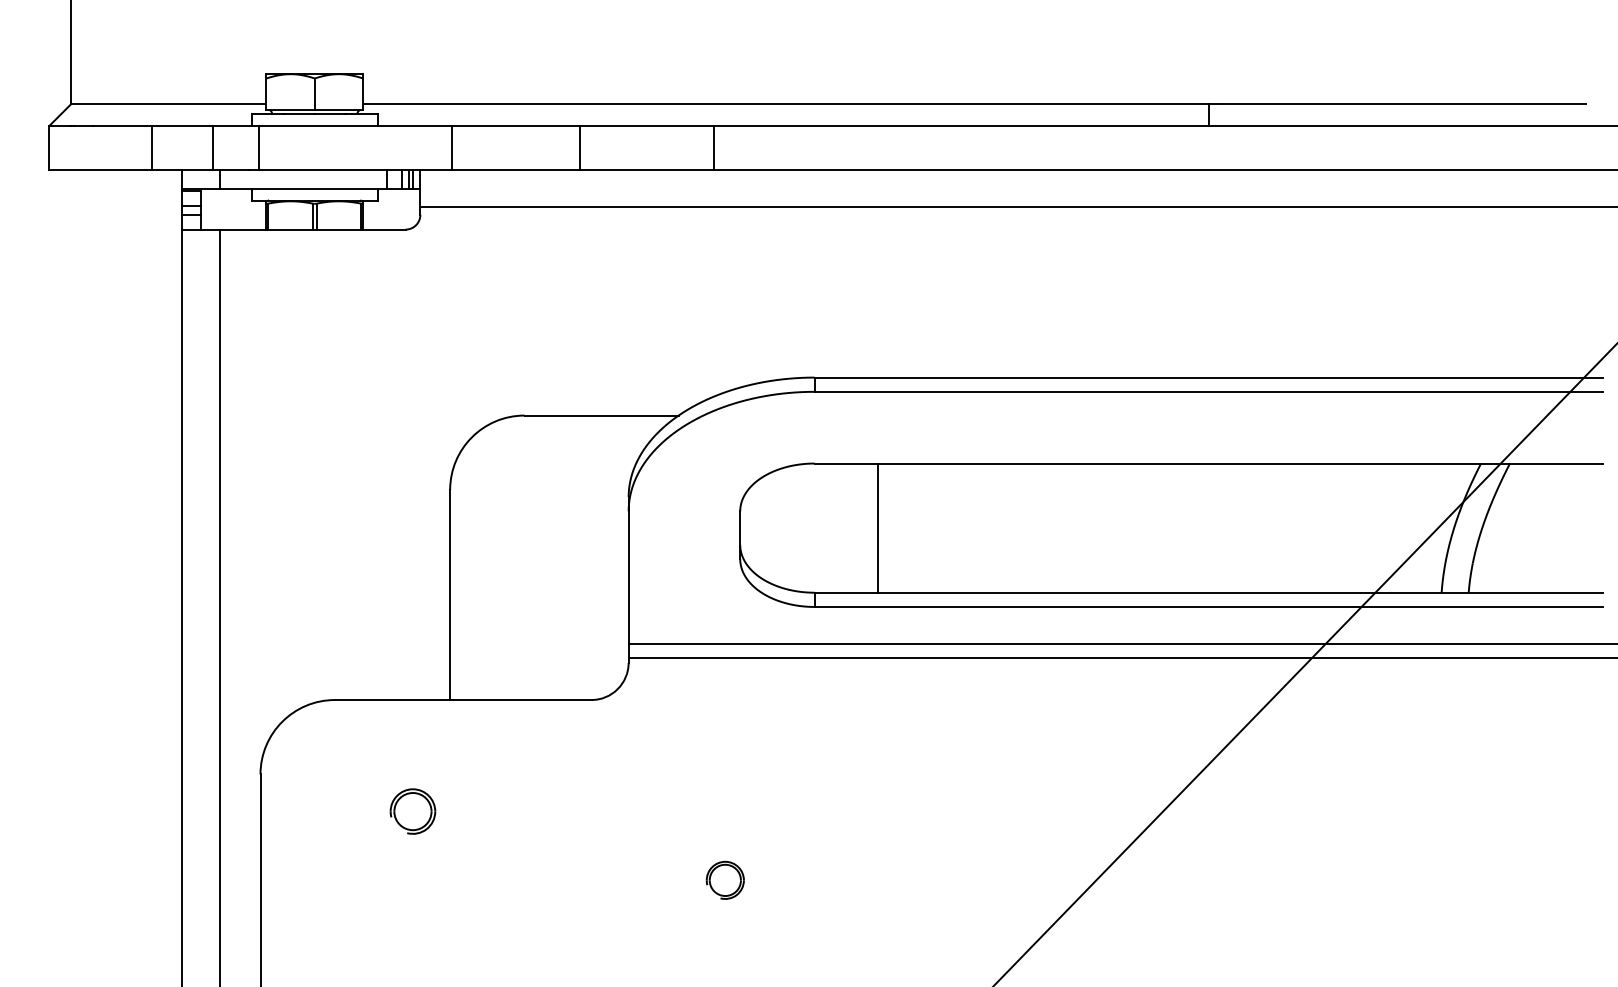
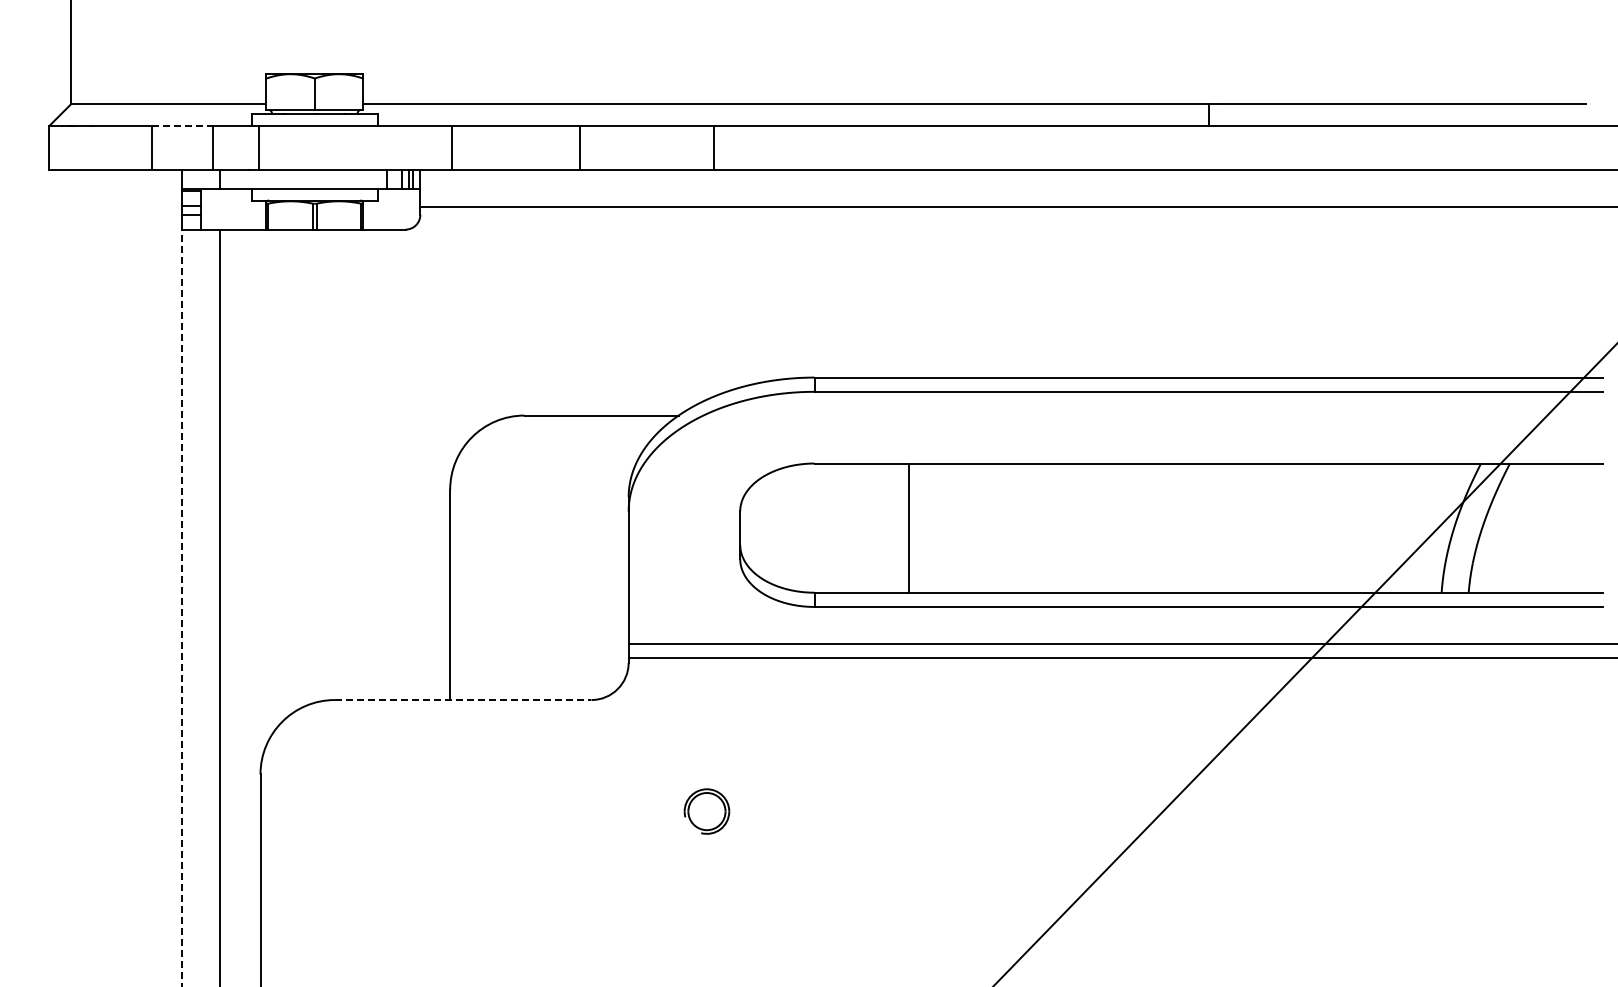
line at (182, 125): solid -> dashed
line at (878, 527) position: (878, 527) -> (909, 527)
line at (182, 607): solid -> dashed
line at (463, 700): solid -> dashed
part at (412, 811) position: (412, 811) -> (706, 811)
part at (724, 879): present -> none
